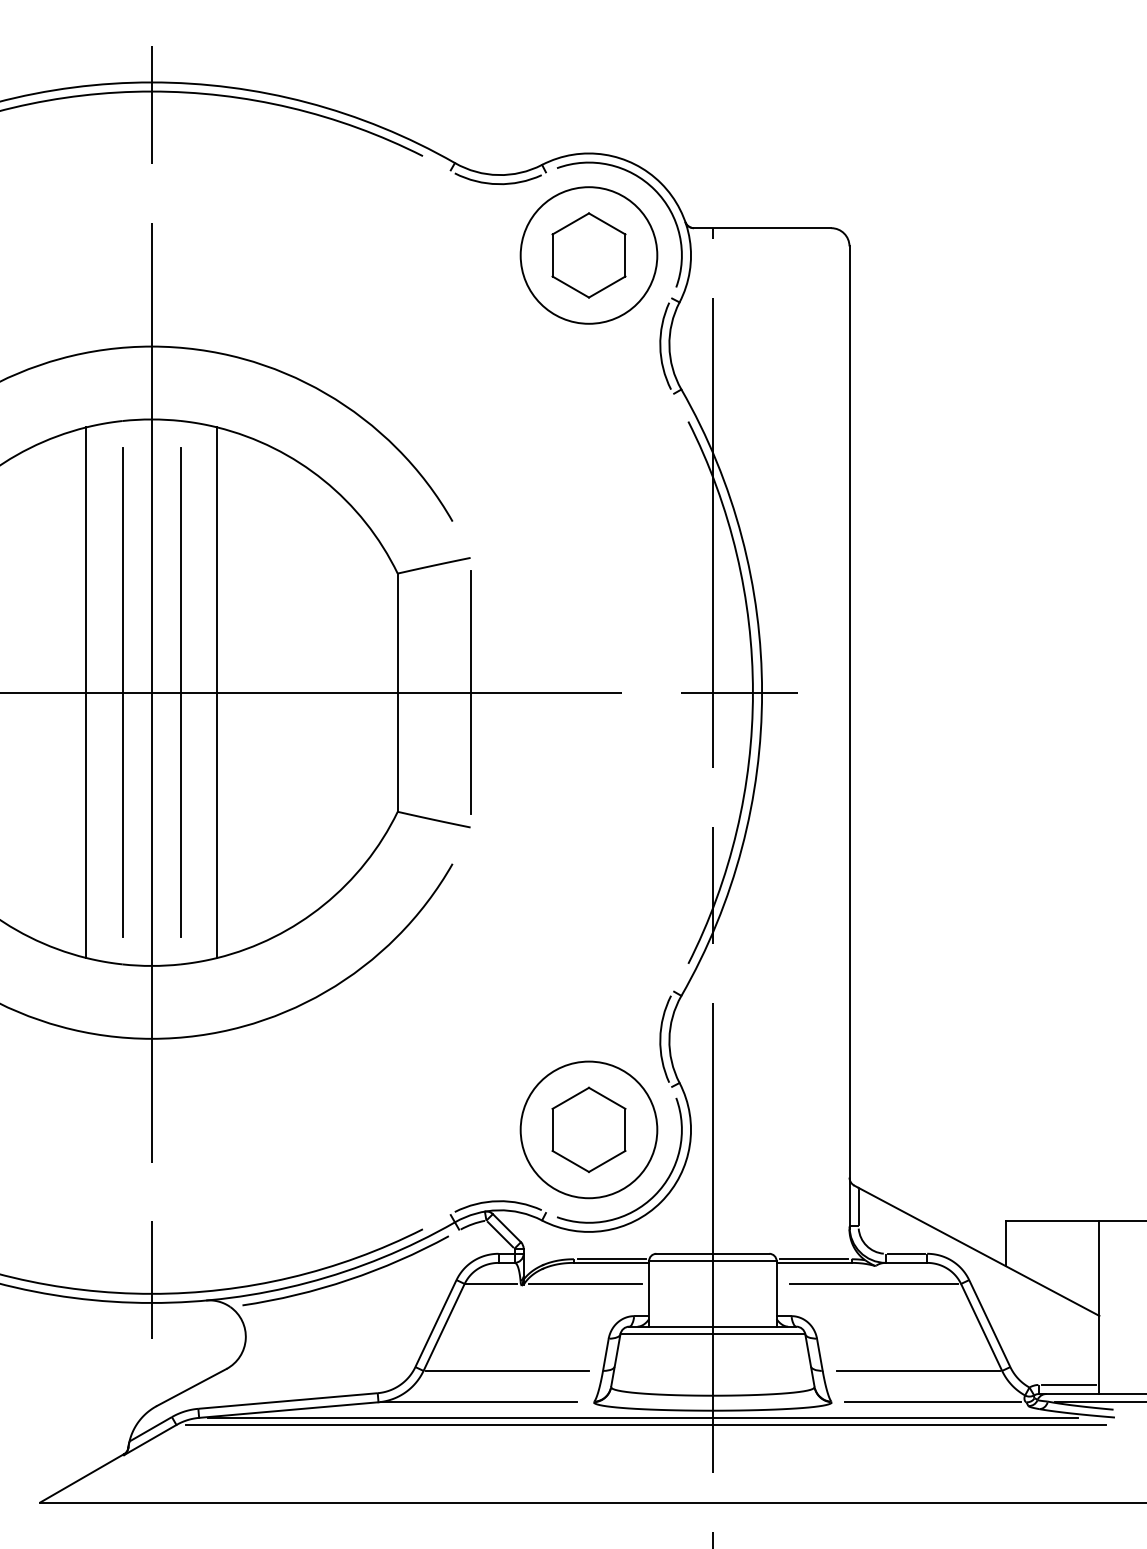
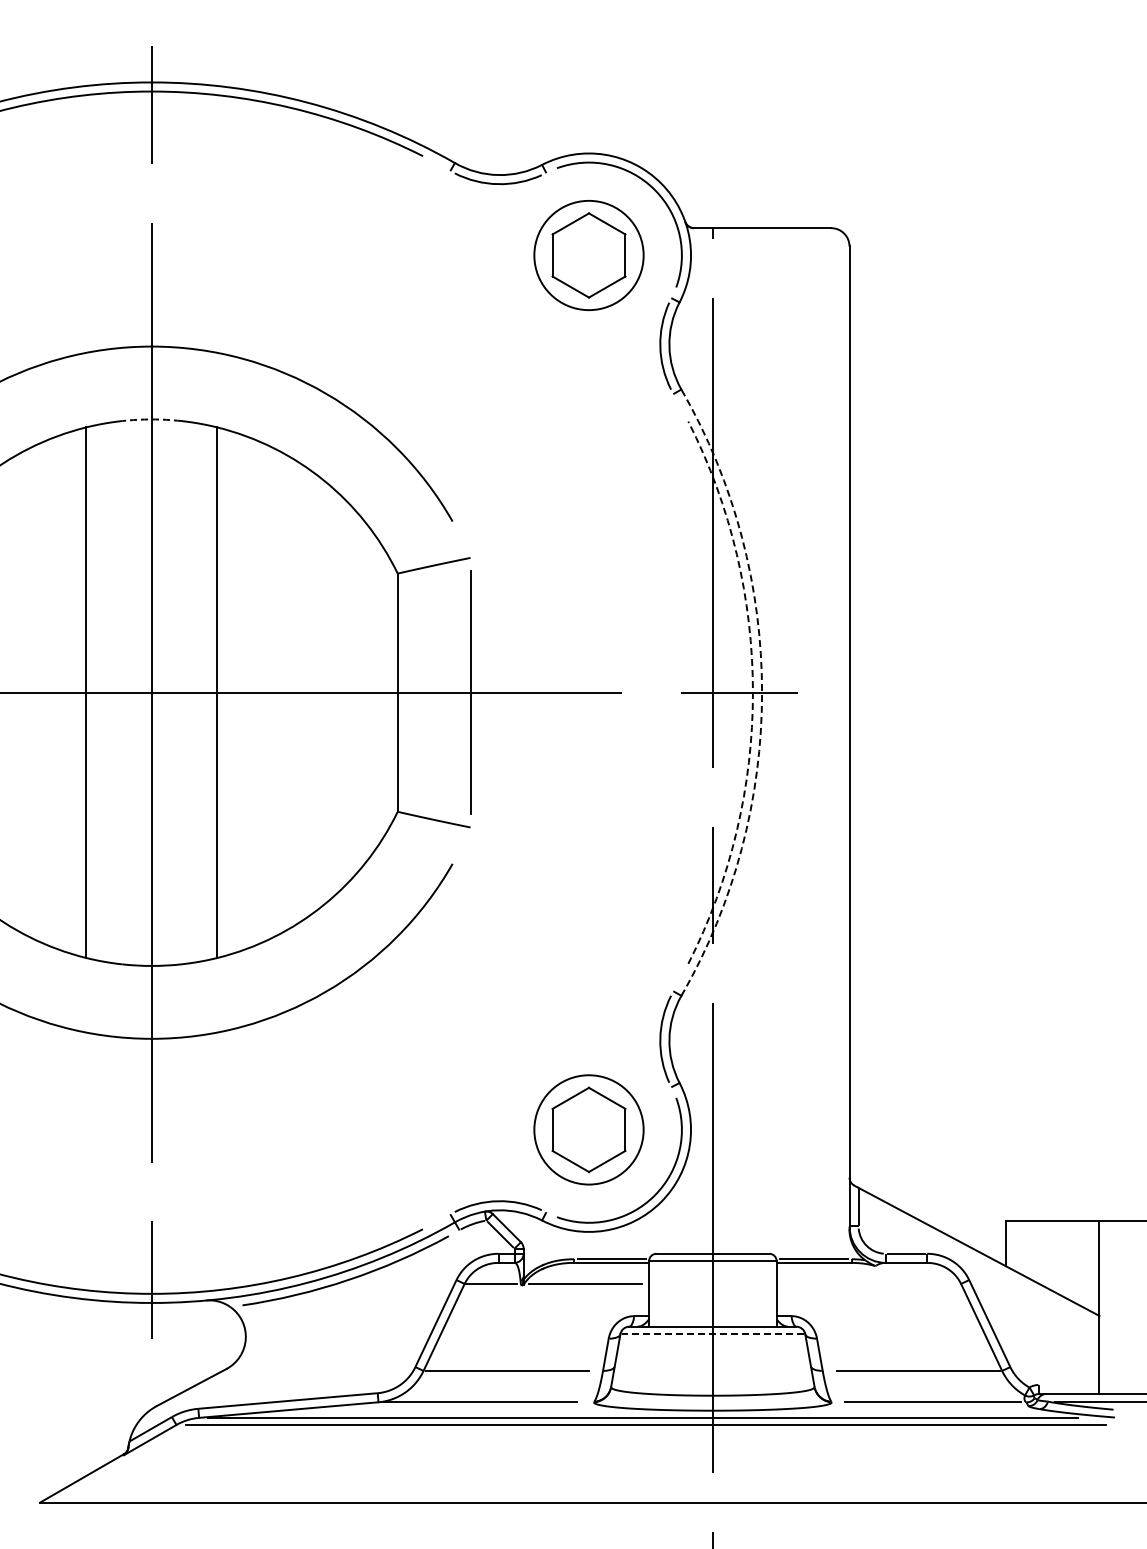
circle at (588, 255) diameter: 137 px -> 109 px
arc at (151, 419): solid -> dashed
line at (122, 692): present -> none
line at (180, 692): present -> none
arc at (752, 692): solid -> dashed
arc at (762, 692): solid -> dashed
circle at (588, 1129) diameter: 137 px -> 109 px
line at (874, 1283): present -> none
line at (712, 1334): solid -> dashed
line at (1068, 1384): present -> none
